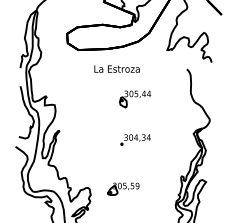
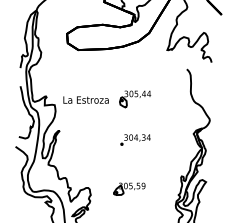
text at (116, 68) position: (116, 68) -> (85, 99)
part at (123, 188) position: (123, 188) -> (129, 188)
